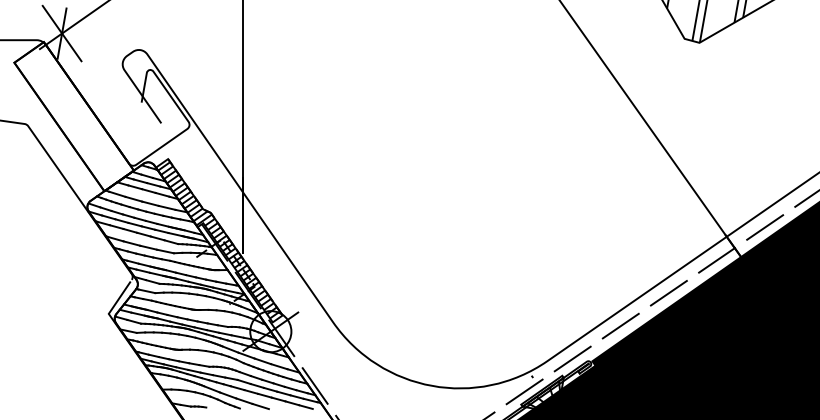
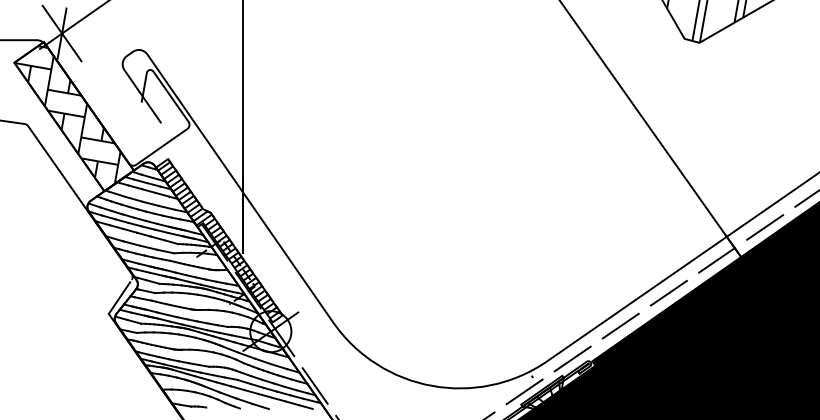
hatch at (67, 115): none -> present
